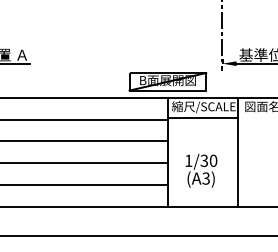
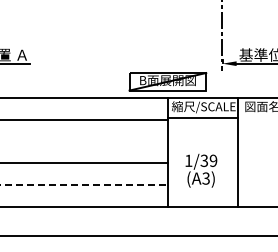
line at (84, 141): present -> none
text at (213, 160): 1/30 -> 1/39
line at (84, 185): solid -> dashed
